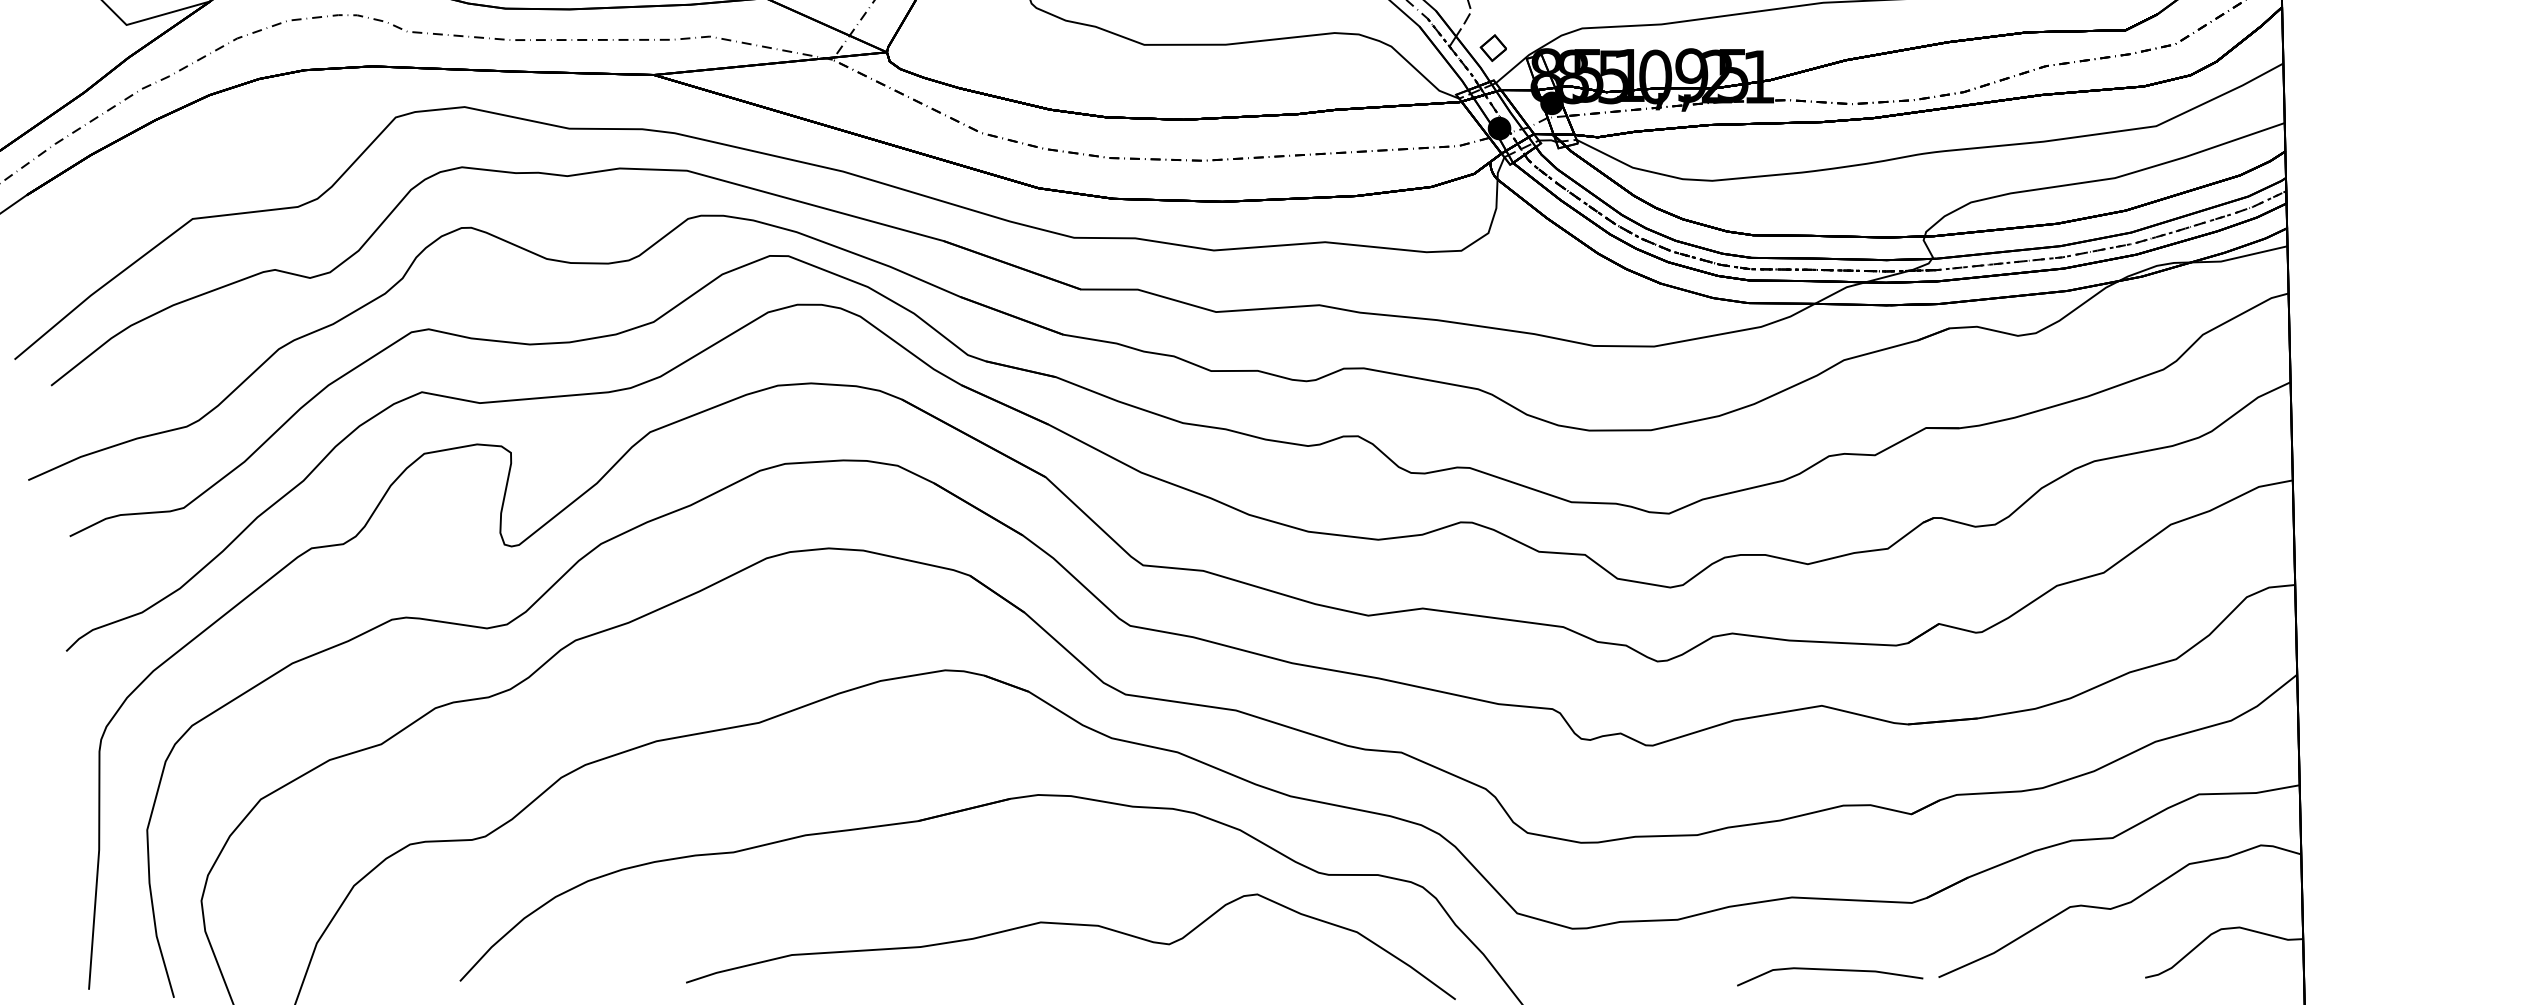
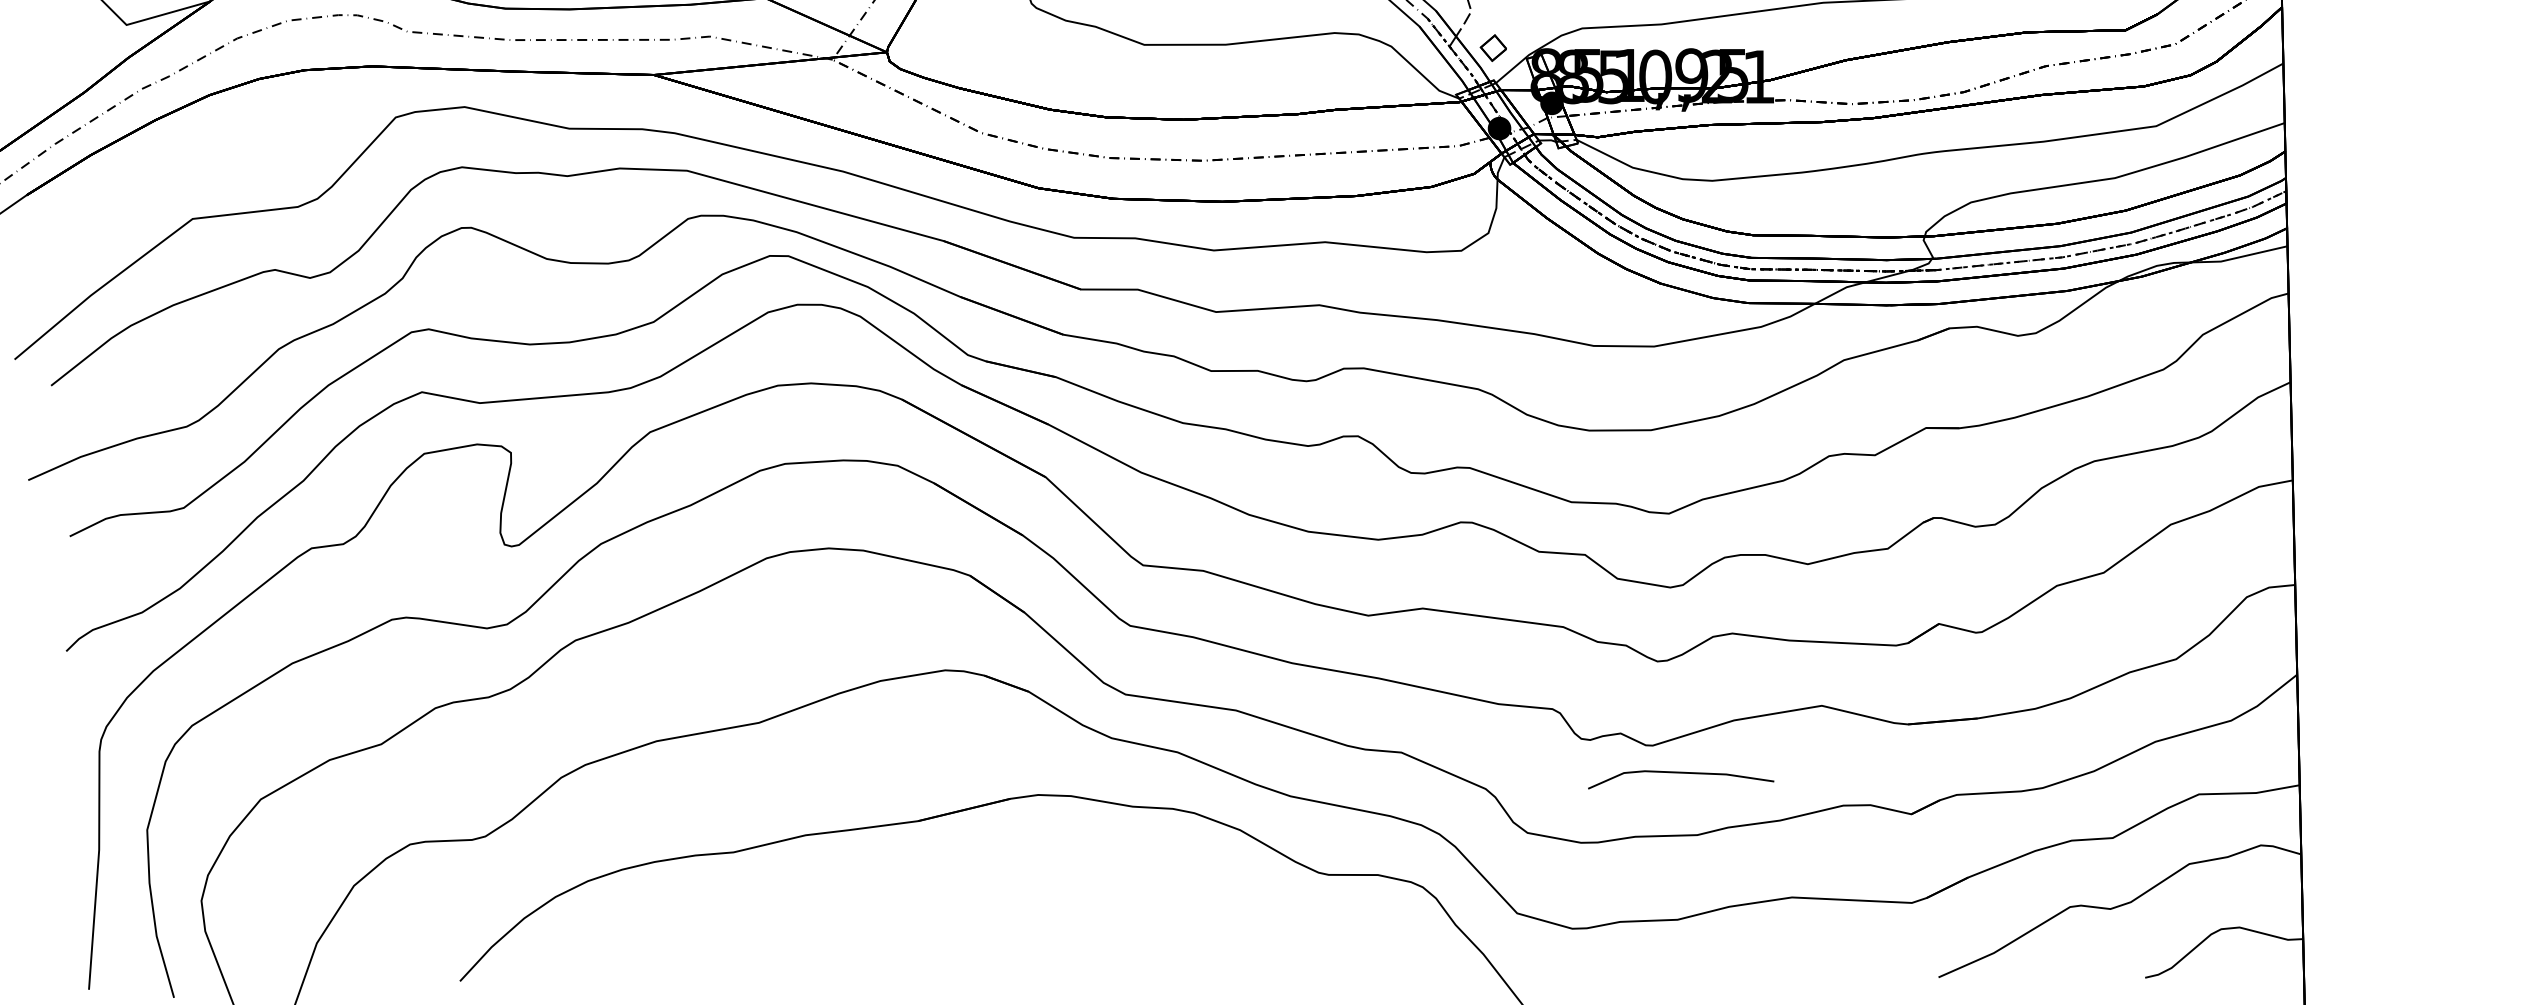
curve at (1070, 925): present -> none
line at (1830, 970) position: (1830, 970) -> (1681, 773)
